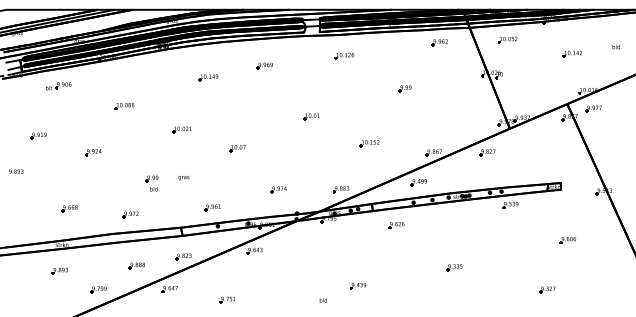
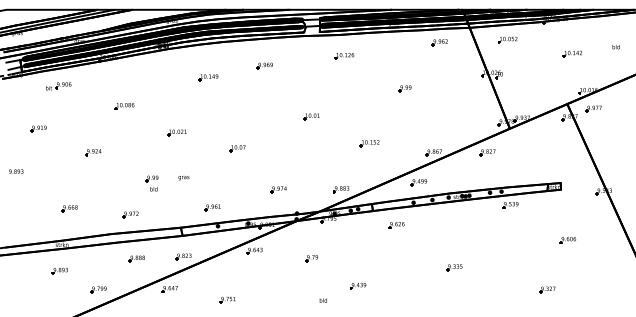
part at (181, 129) position: (181, 129) -> (176, 132)
part at (38, 135) position: (38, 135) -> (38, 128)
part at (311, 258): none -> present
part at (136, 265) position: (136, 265) -> (136, 258)
